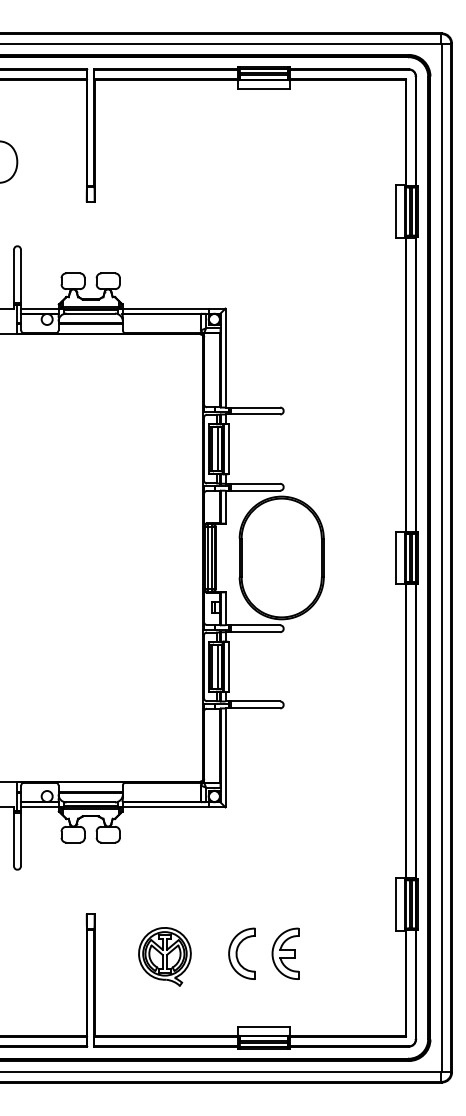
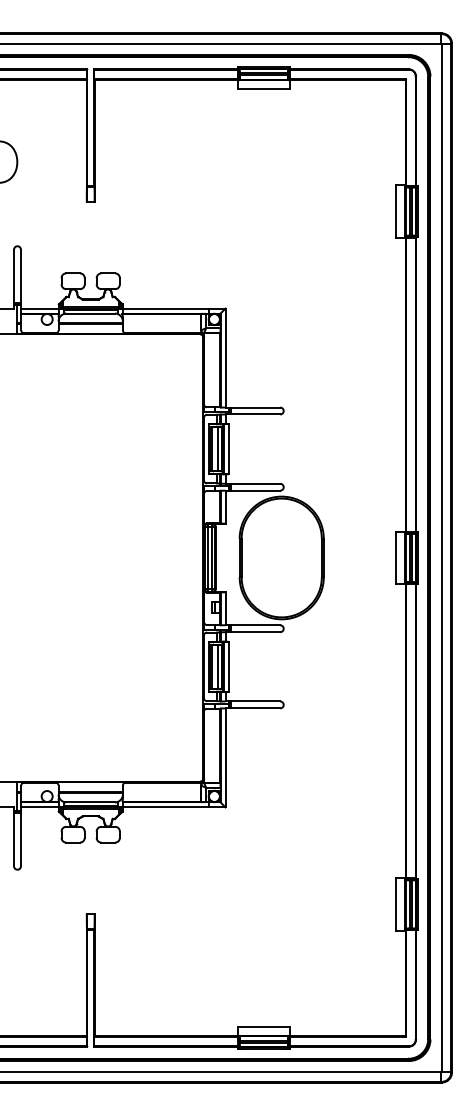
part at (241, 953): present -> none
part at (285, 953): present -> none
part at (164, 956): present -> none
